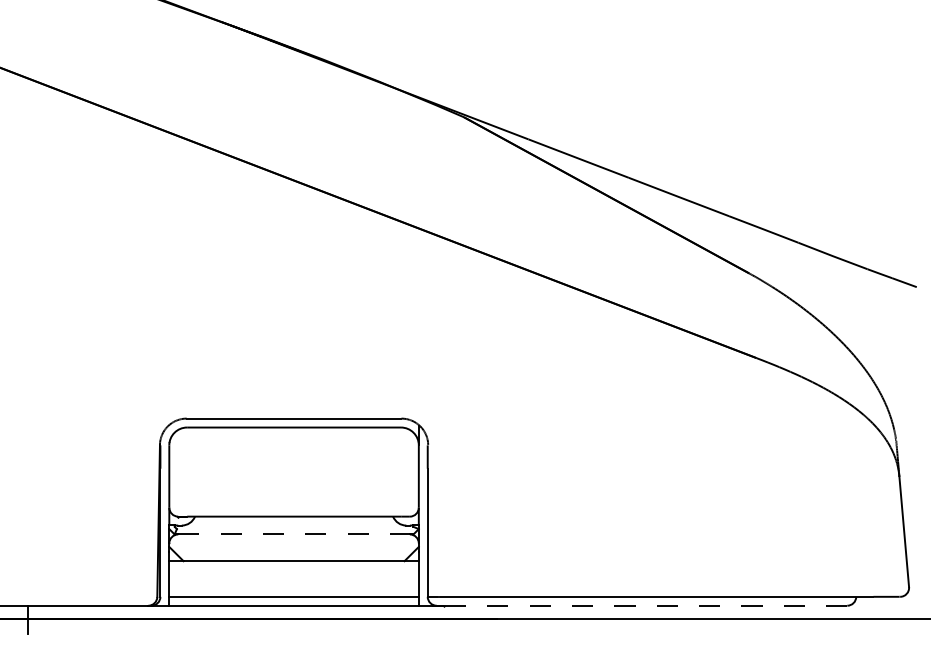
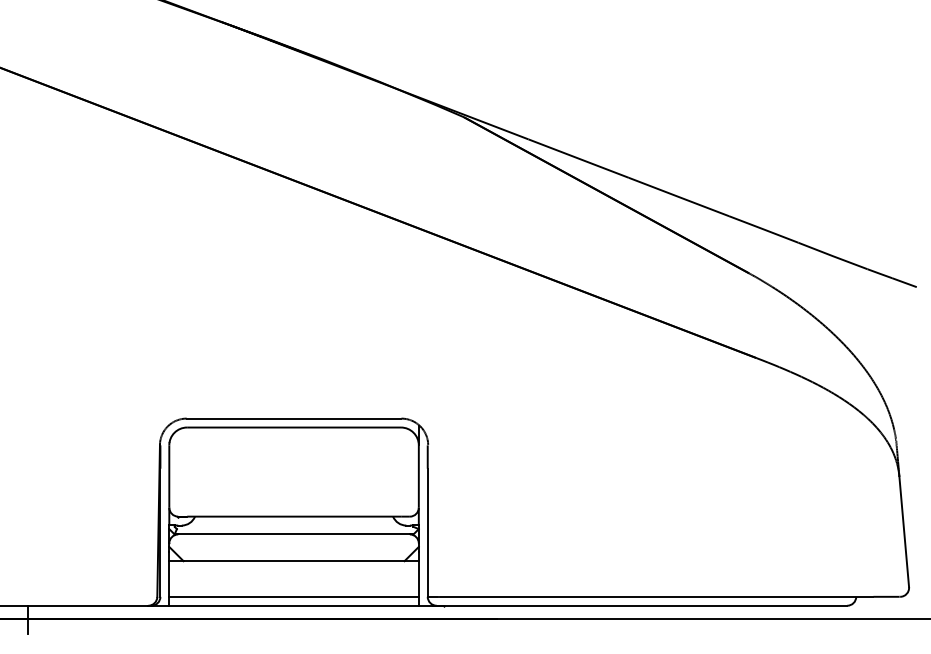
line at (294, 534): dashed -> solid
line at (641, 605): dashed -> solid
